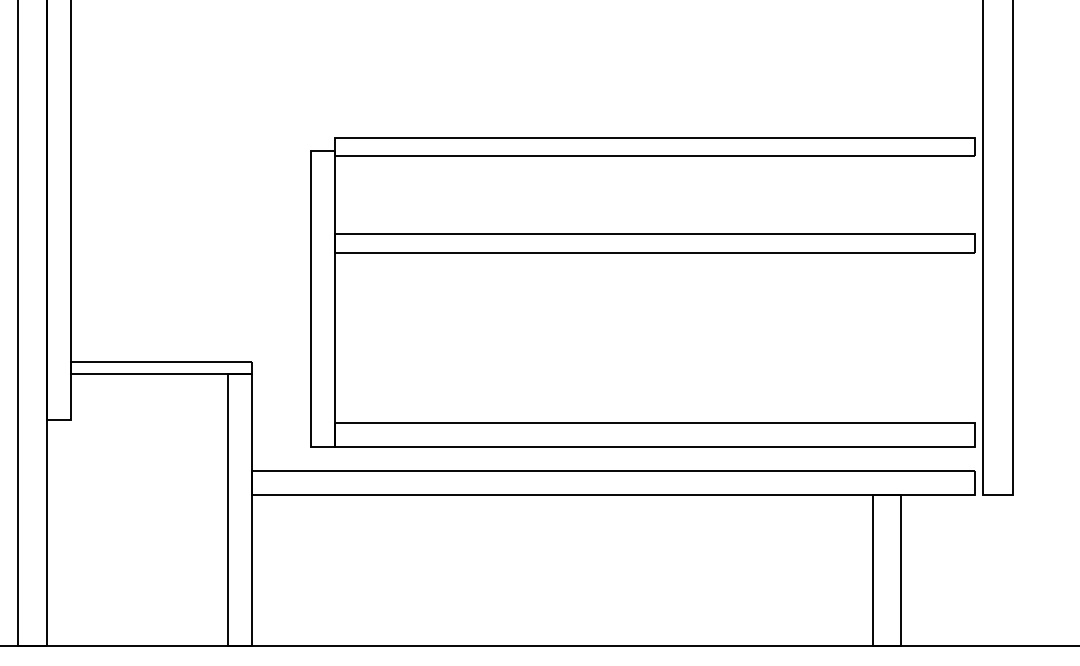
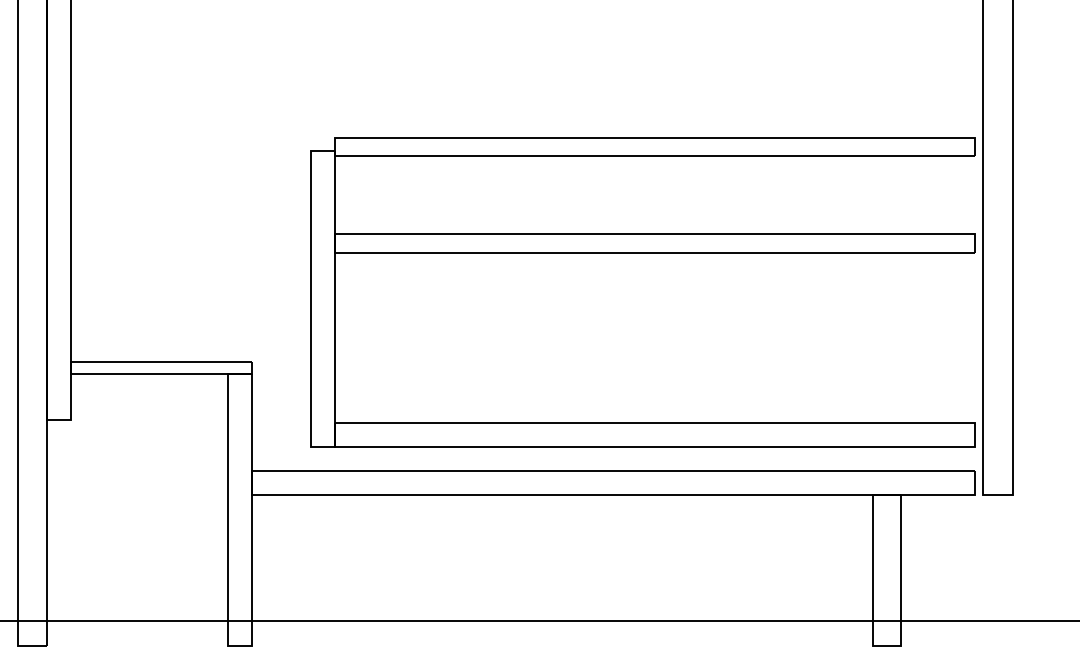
line at (539, 646) position: (539, 646) -> (539, 621)
